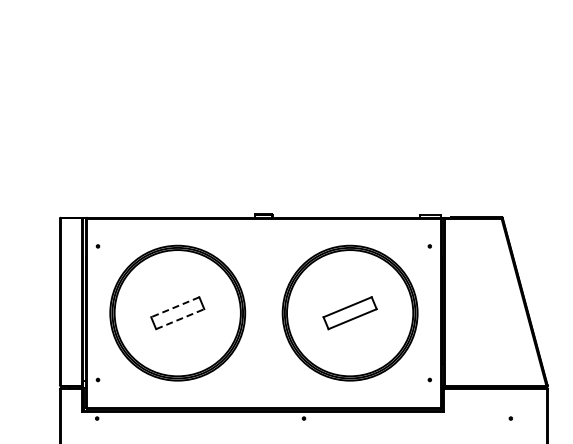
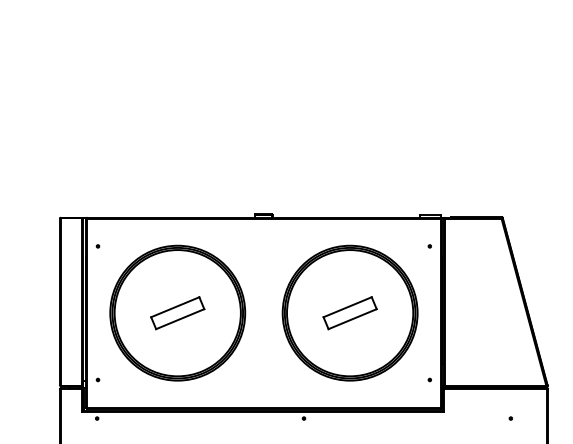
line at (174, 307): dashed -> solid
line at (180, 318): dashed -> solid
